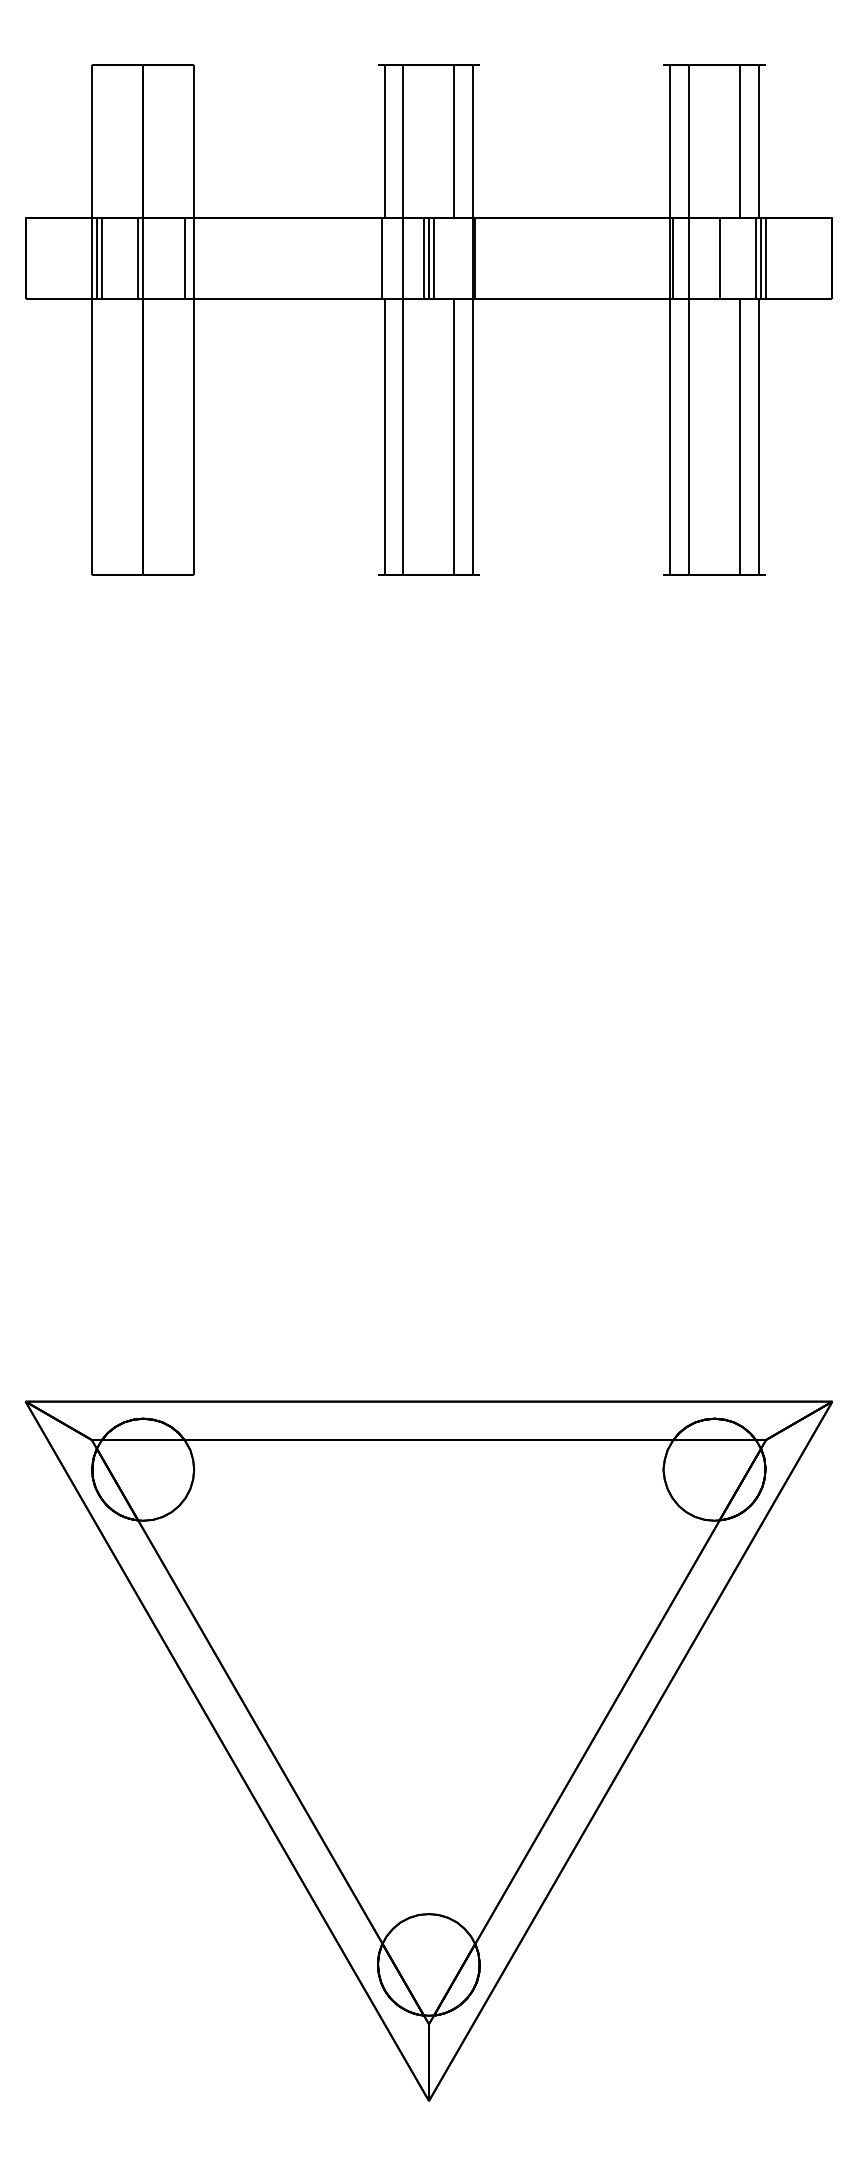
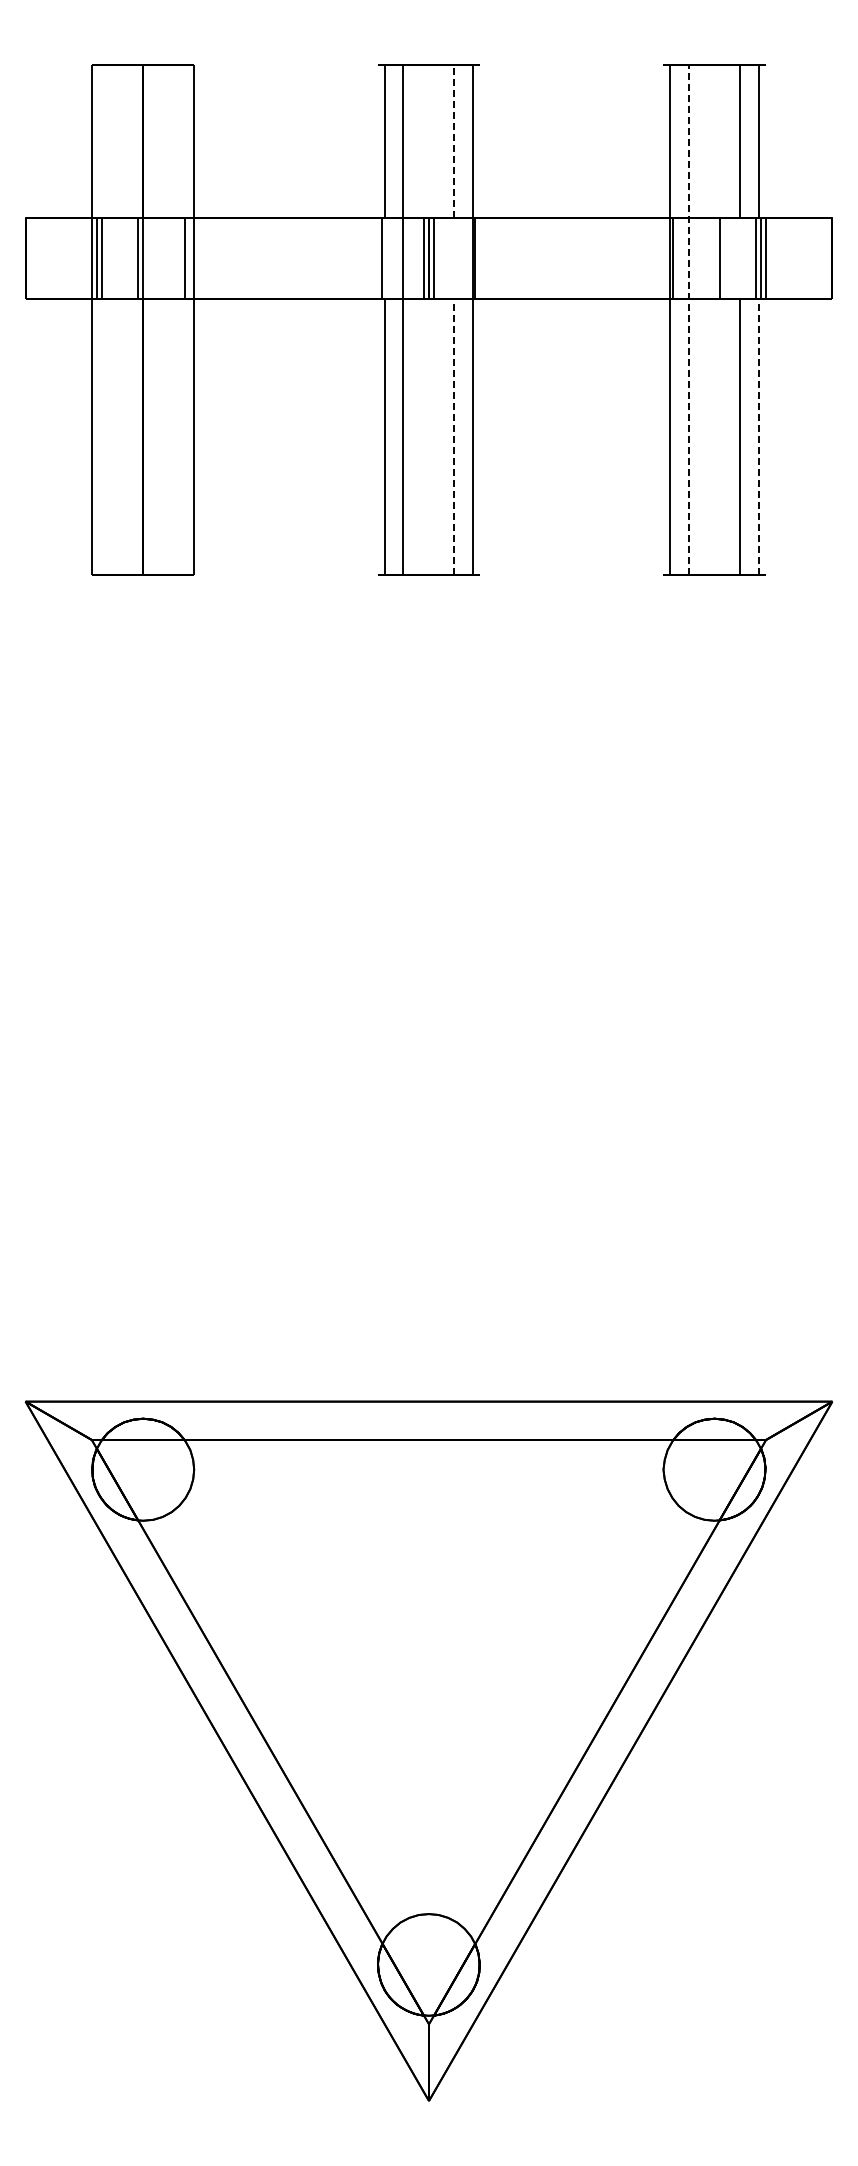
line at (454, 141): solid -> dashed
line at (689, 319): solid -> dashed
line at (454, 436): solid -> dashed
line at (758, 436): solid -> dashed
